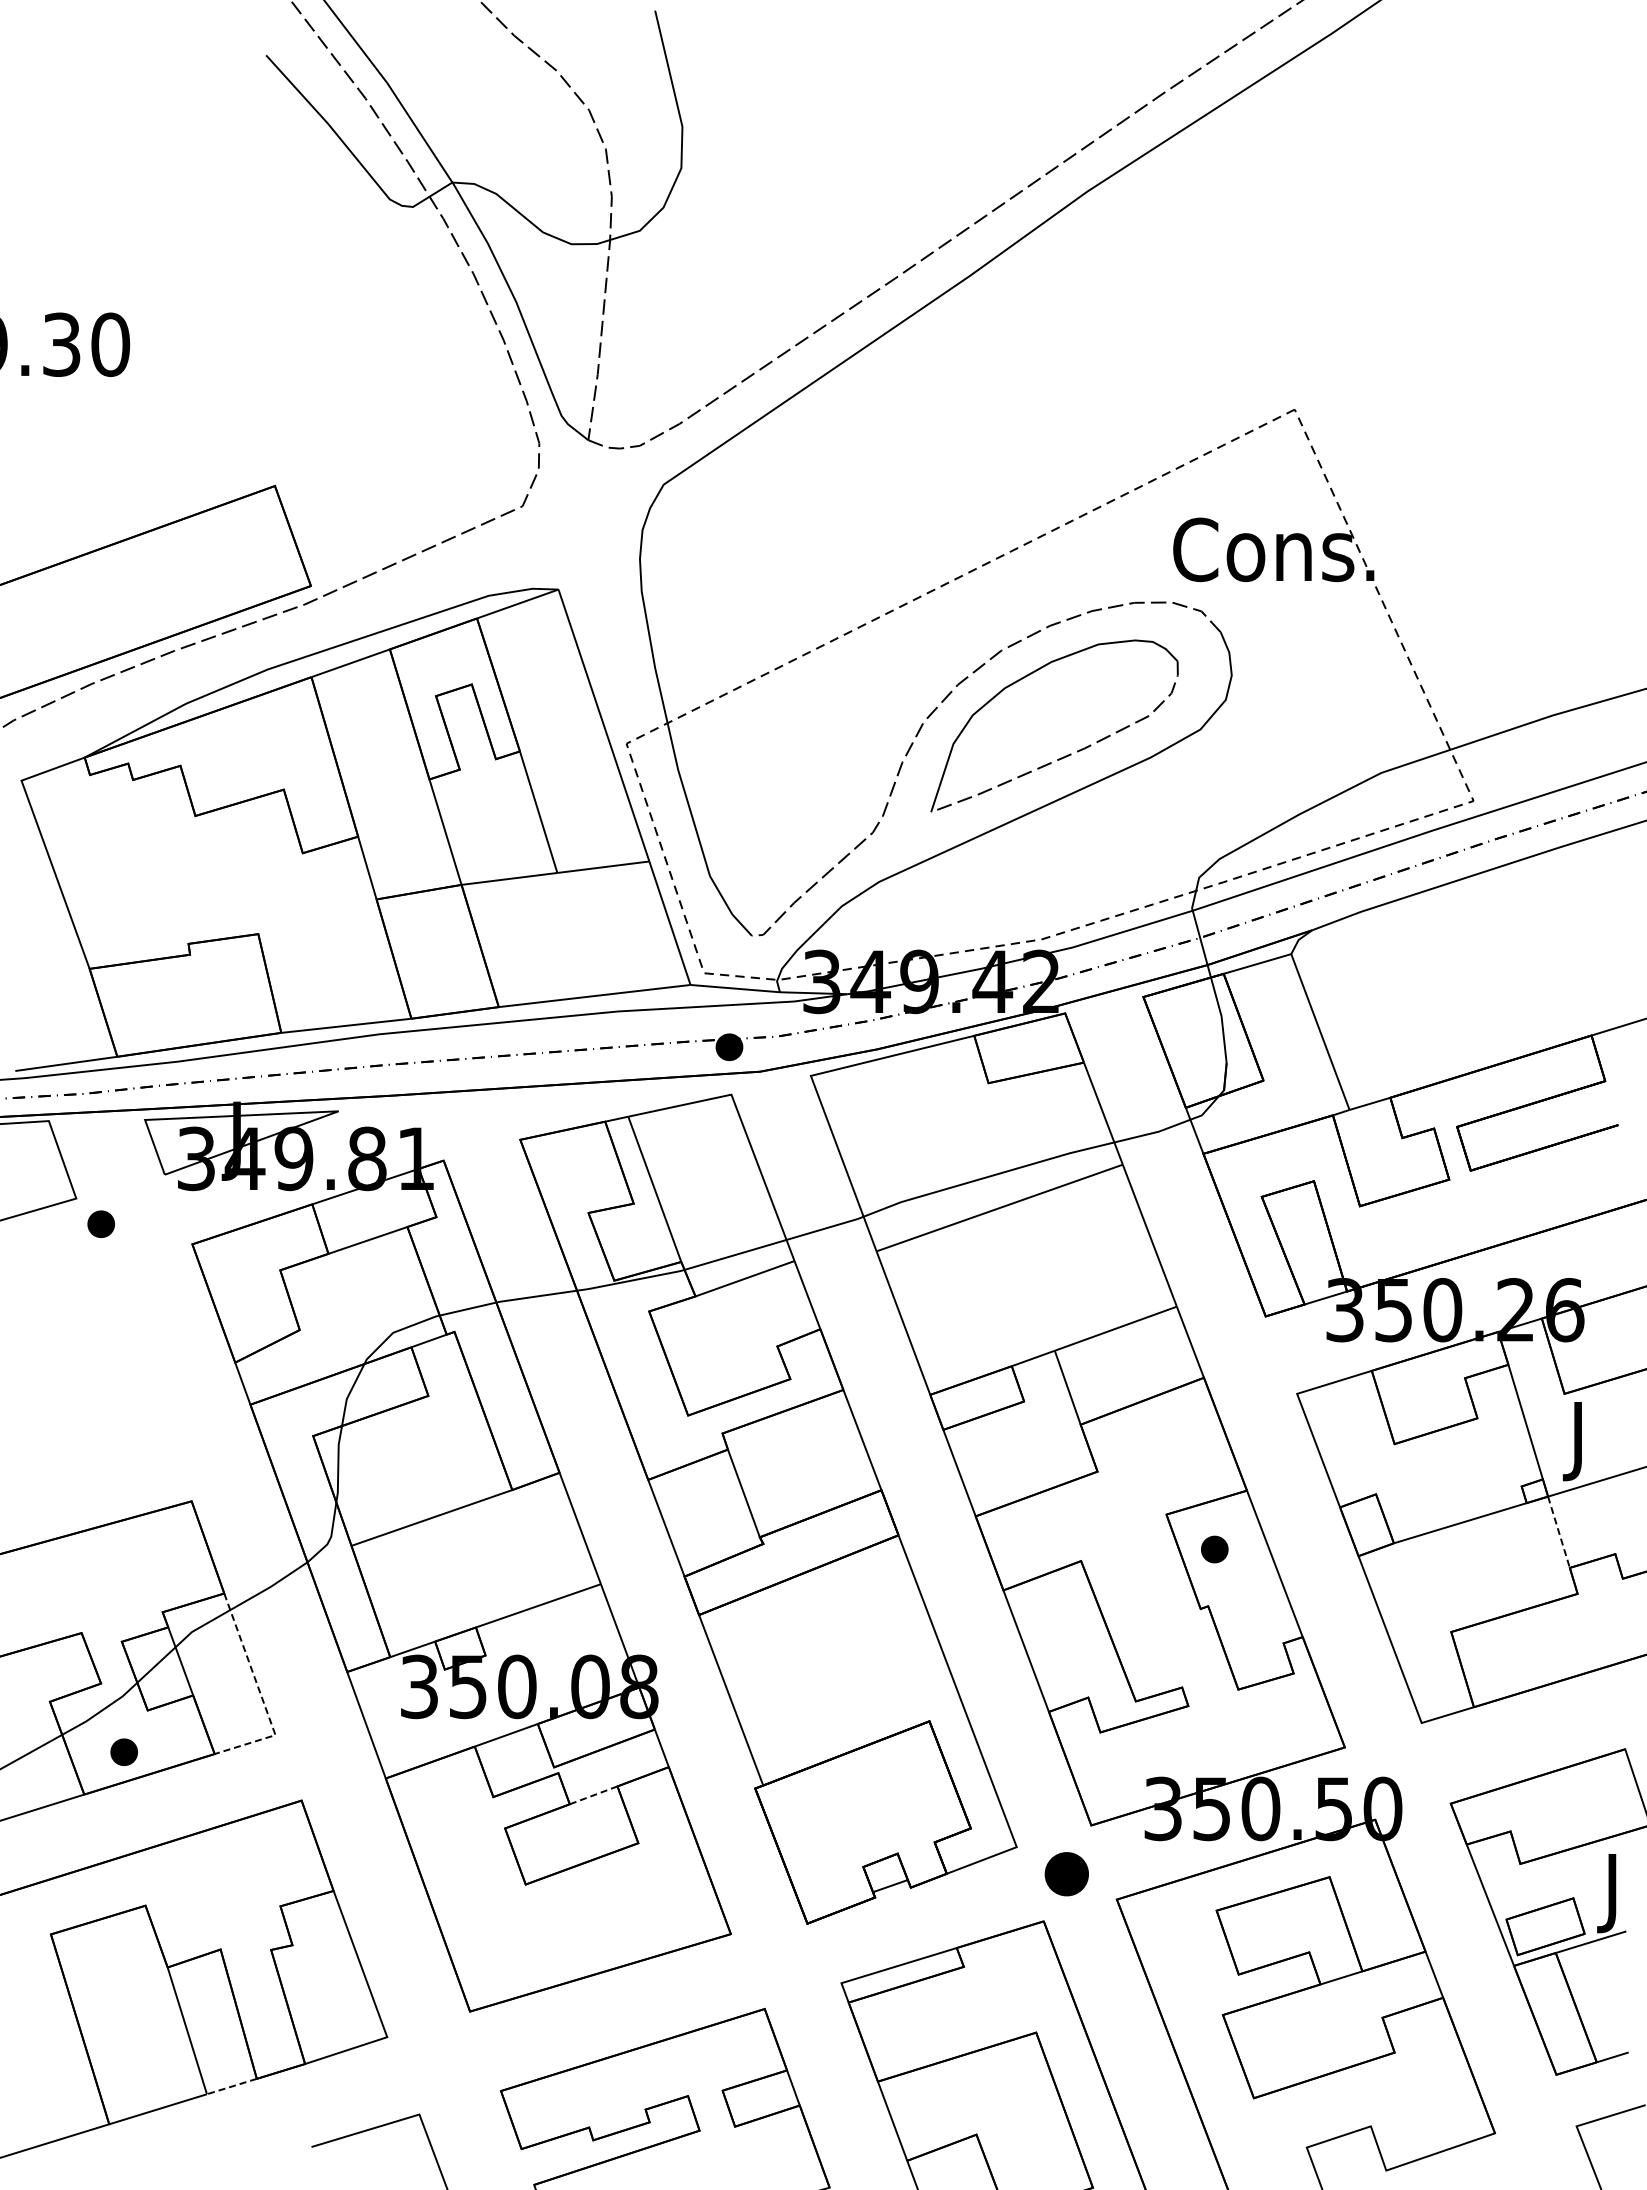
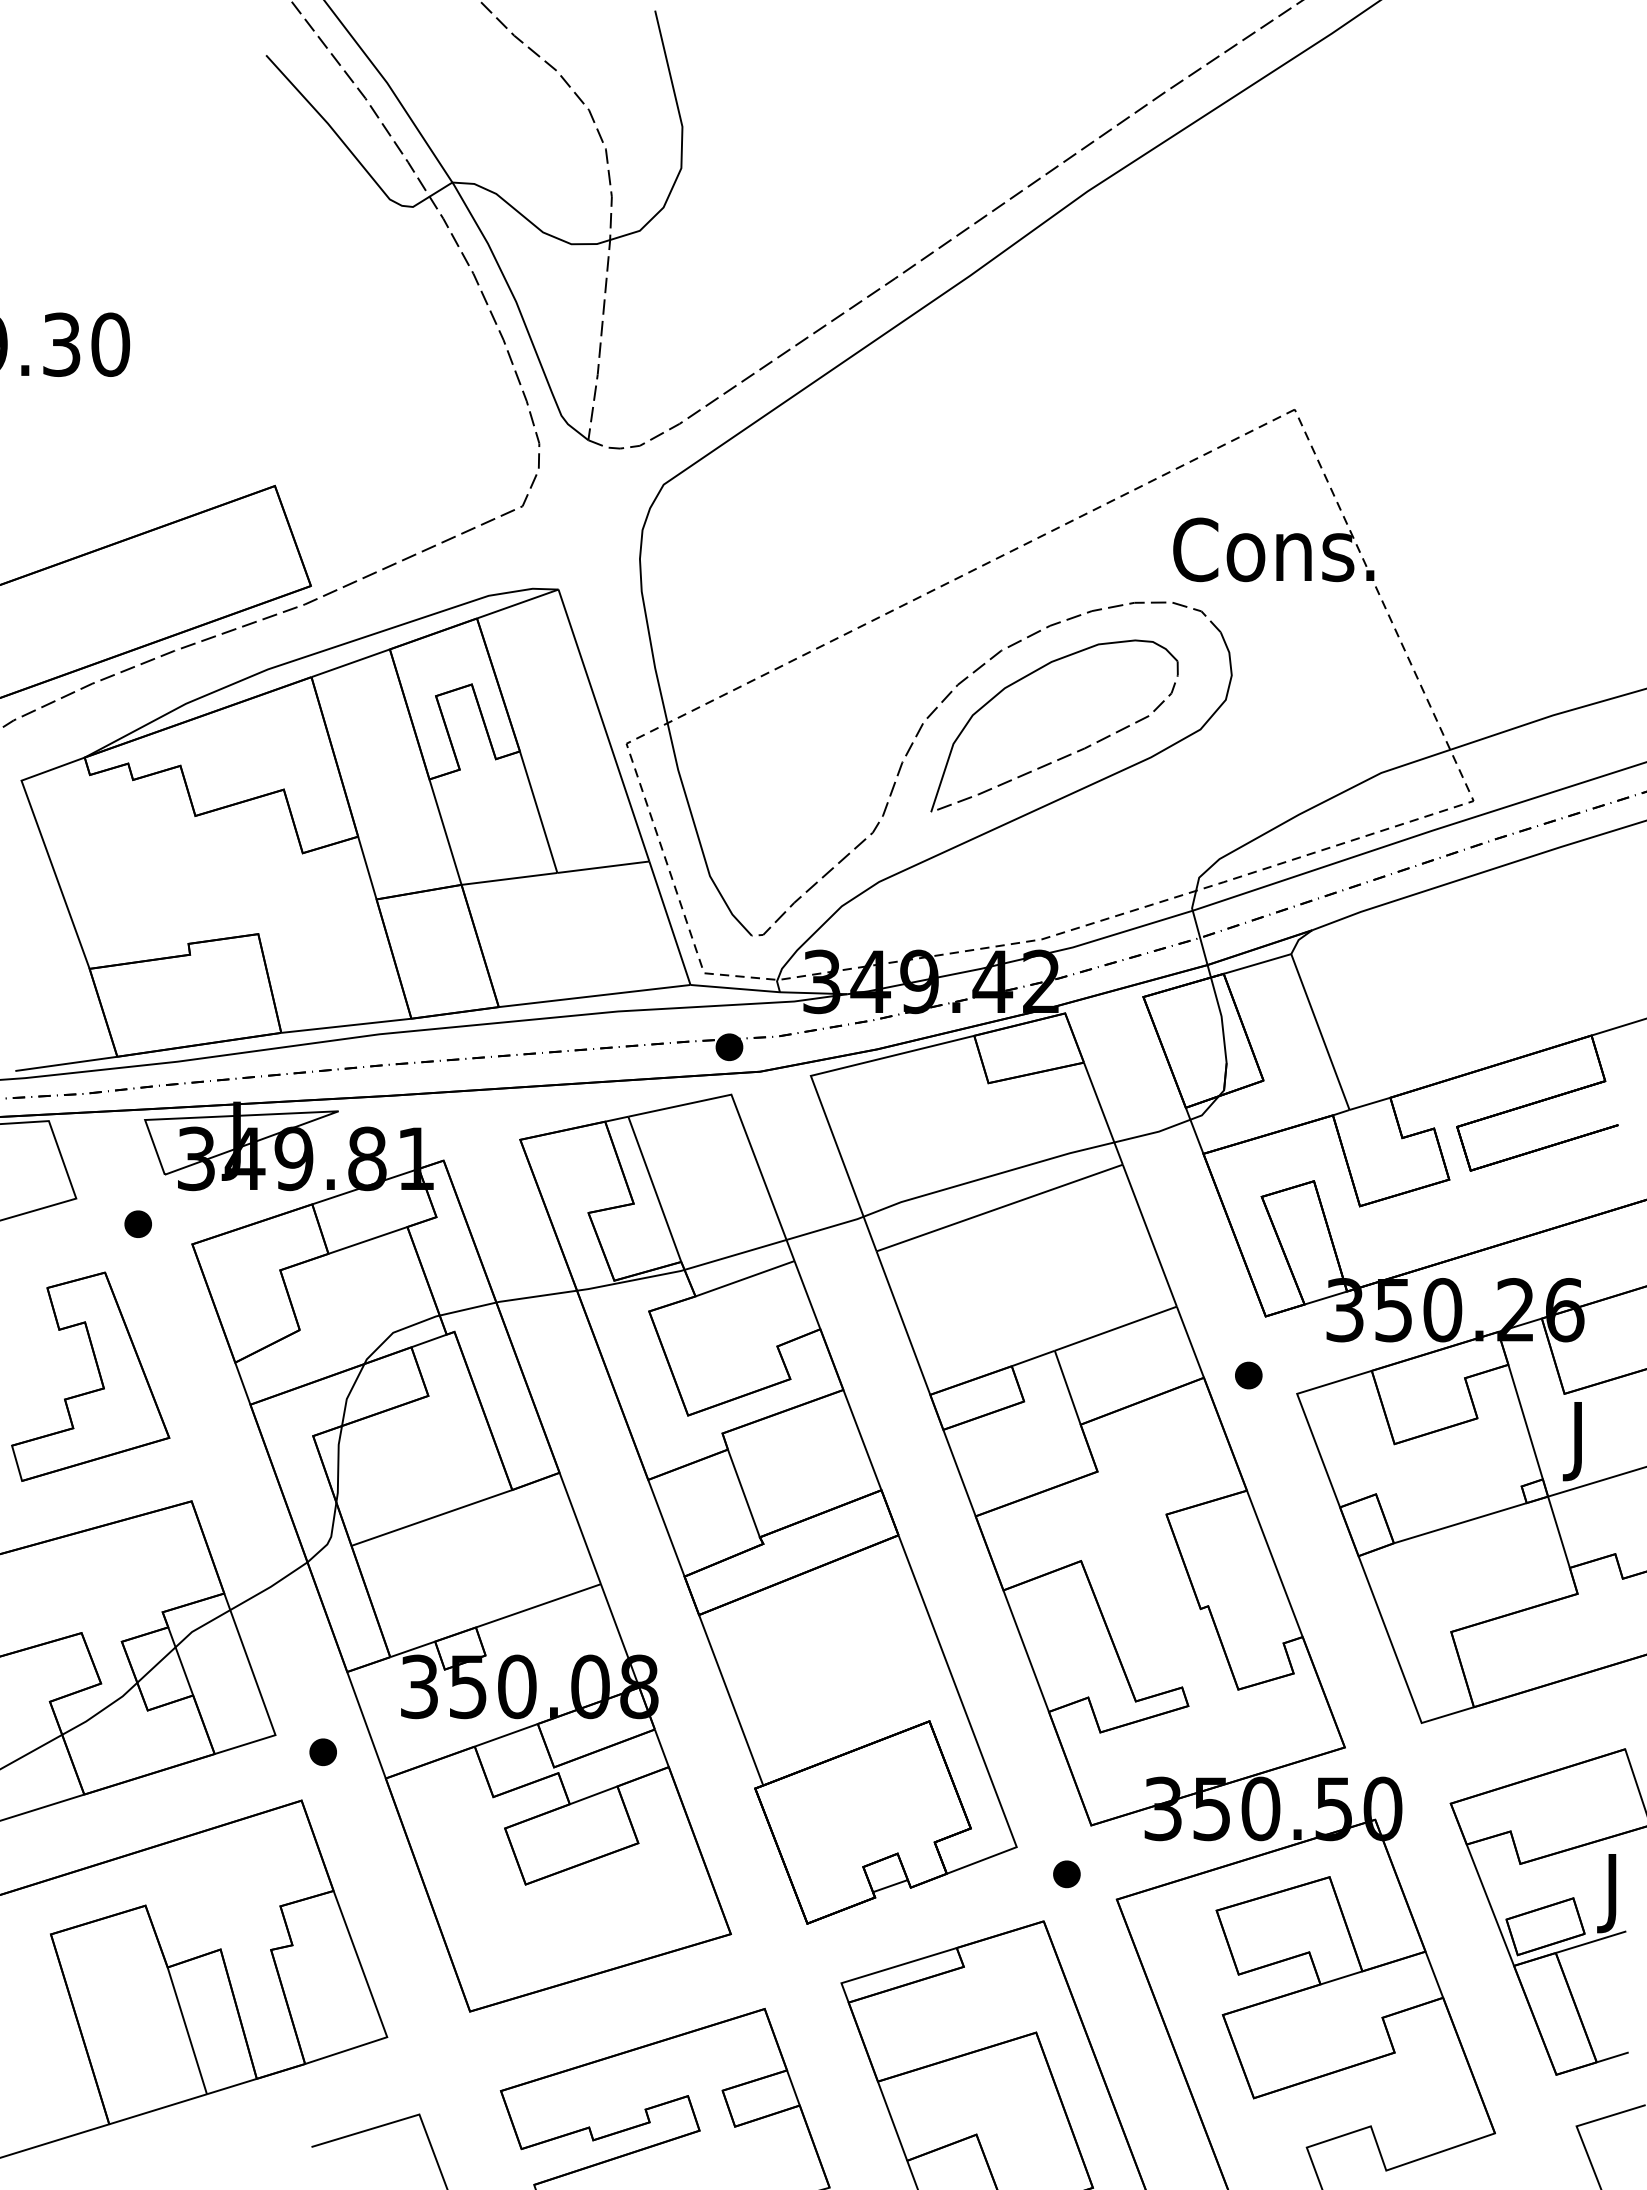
part at (100, 1223) position: (100, 1223) -> (137, 1223)
part at (98, 1373): none -> present
line at (1559, 1532): dashed -> solid
part at (1214, 1549) position: (1214, 1549) -> (1248, 1375)
line at (260, 1694): dashed -> solid
part at (123, 1752) position: (123, 1752) -> (322, 1752)
line at (594, 1795): dashed -> solid
part at (1066, 1874) size: 45x45 px -> 28x29 px
line at (231, 2086): dashed -> solid
